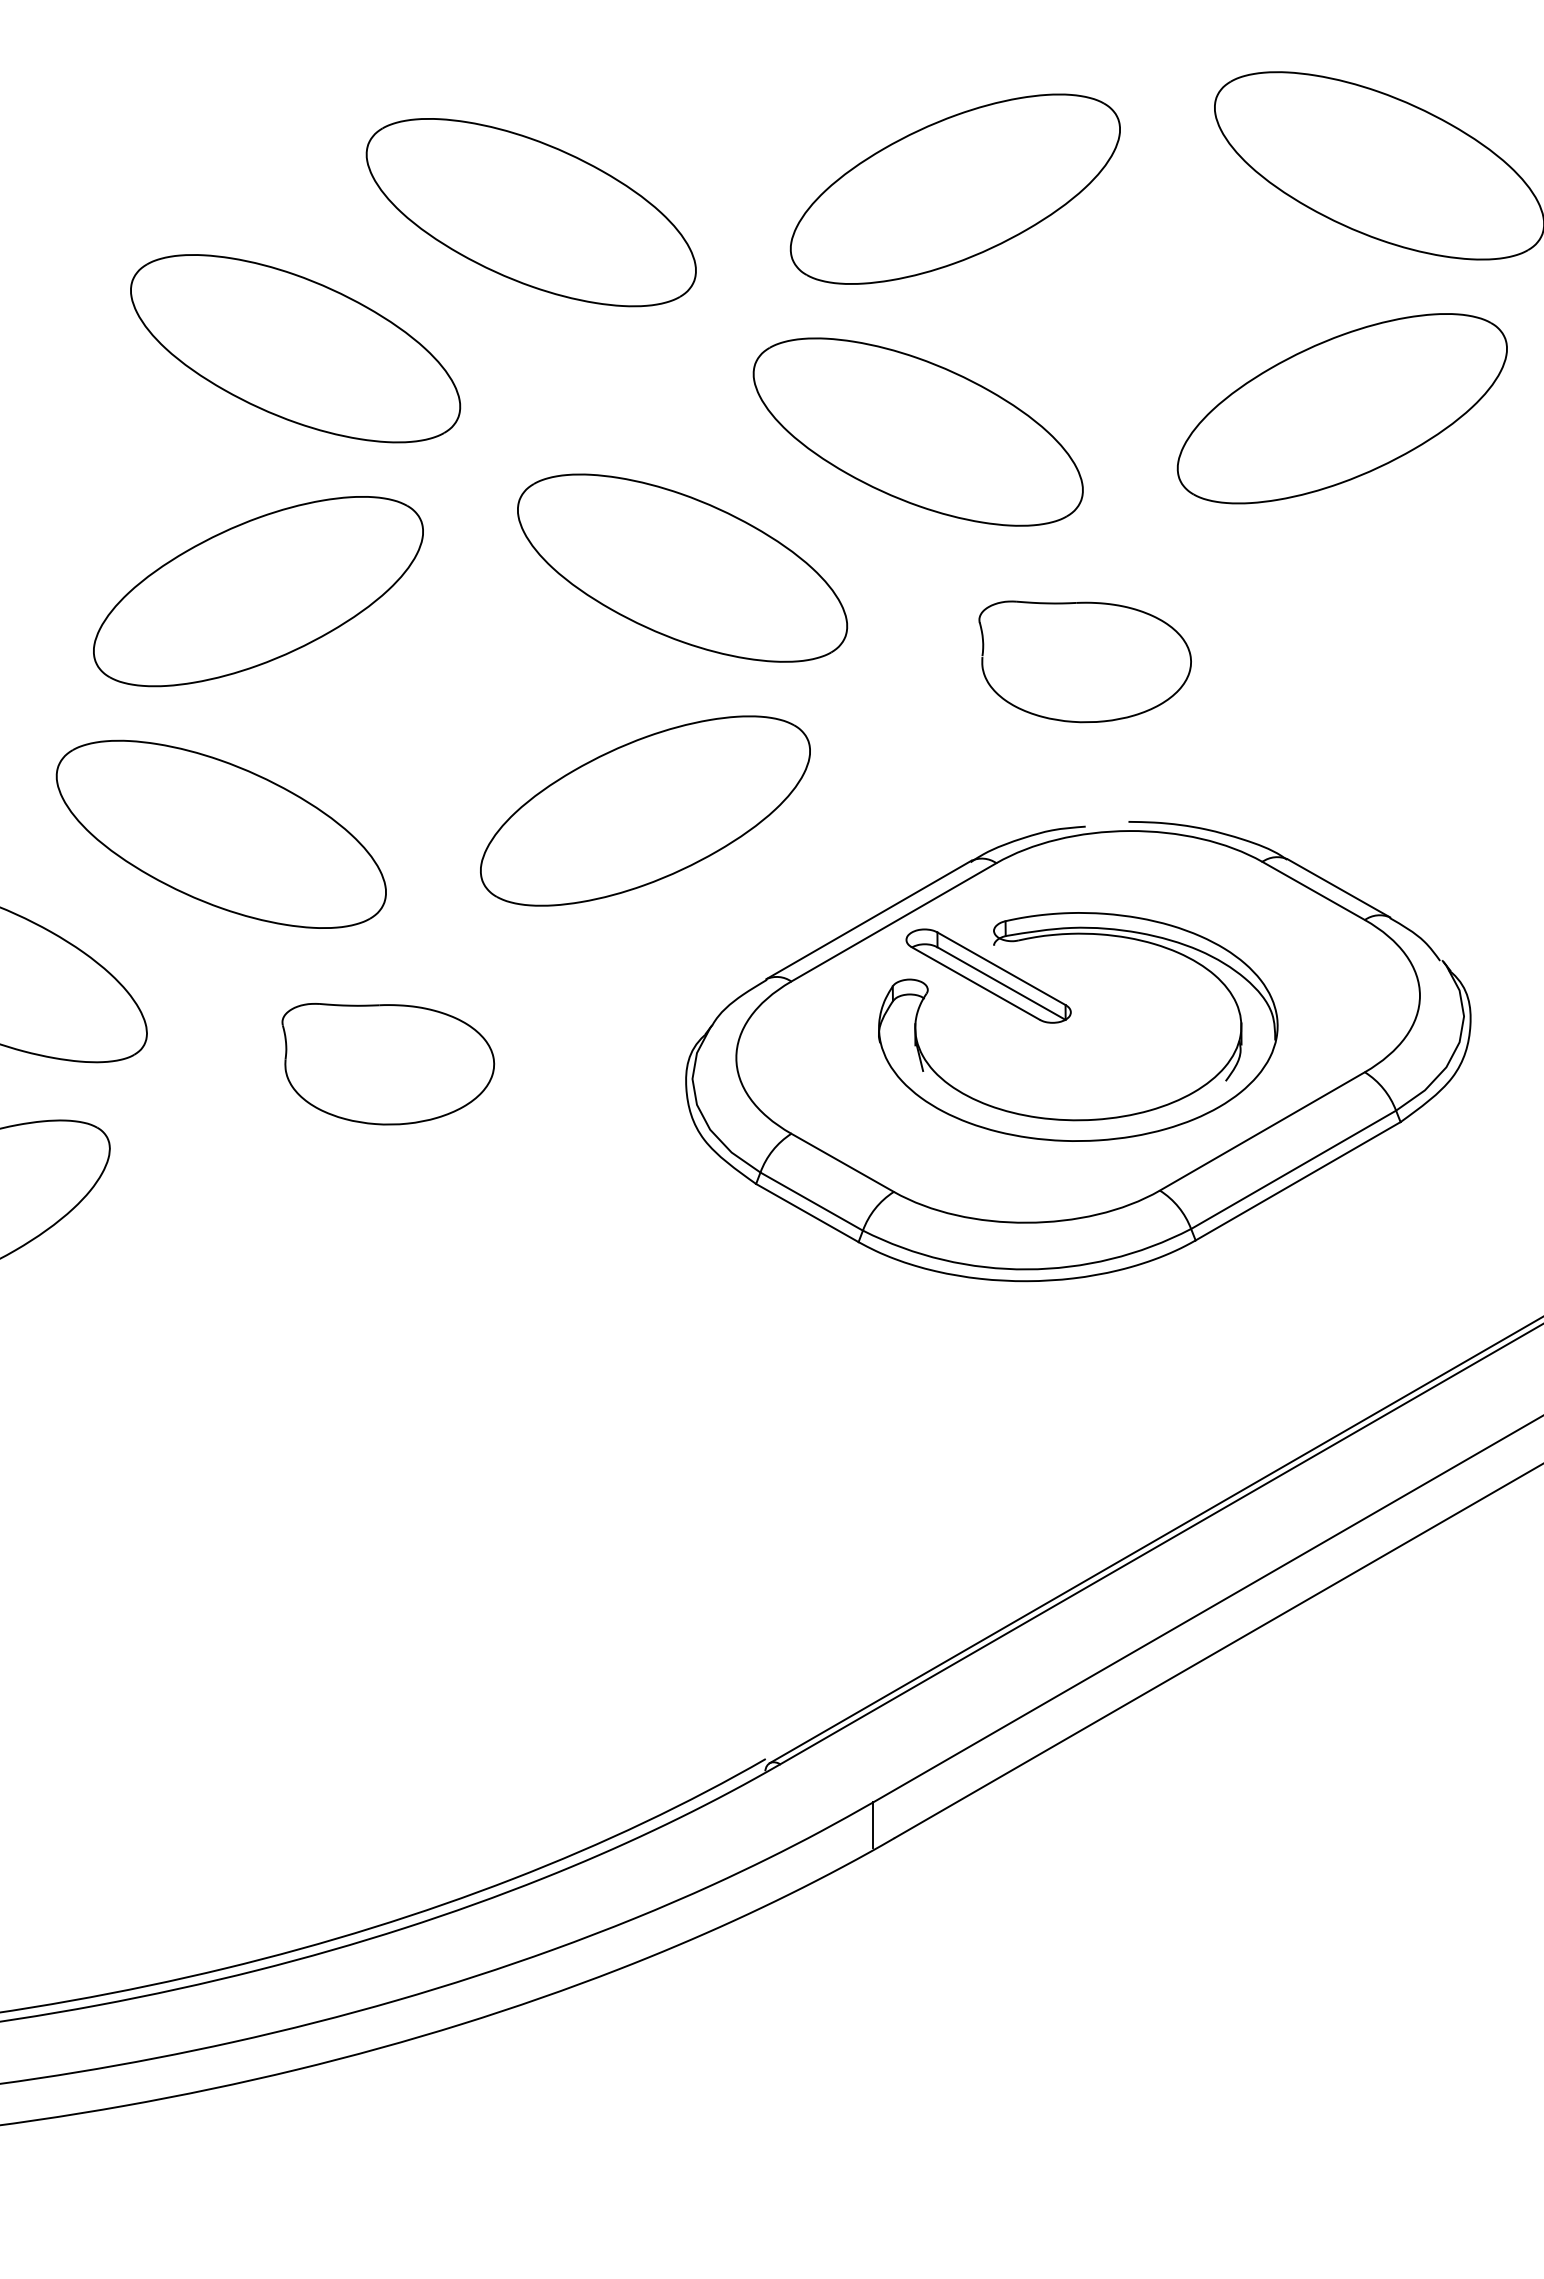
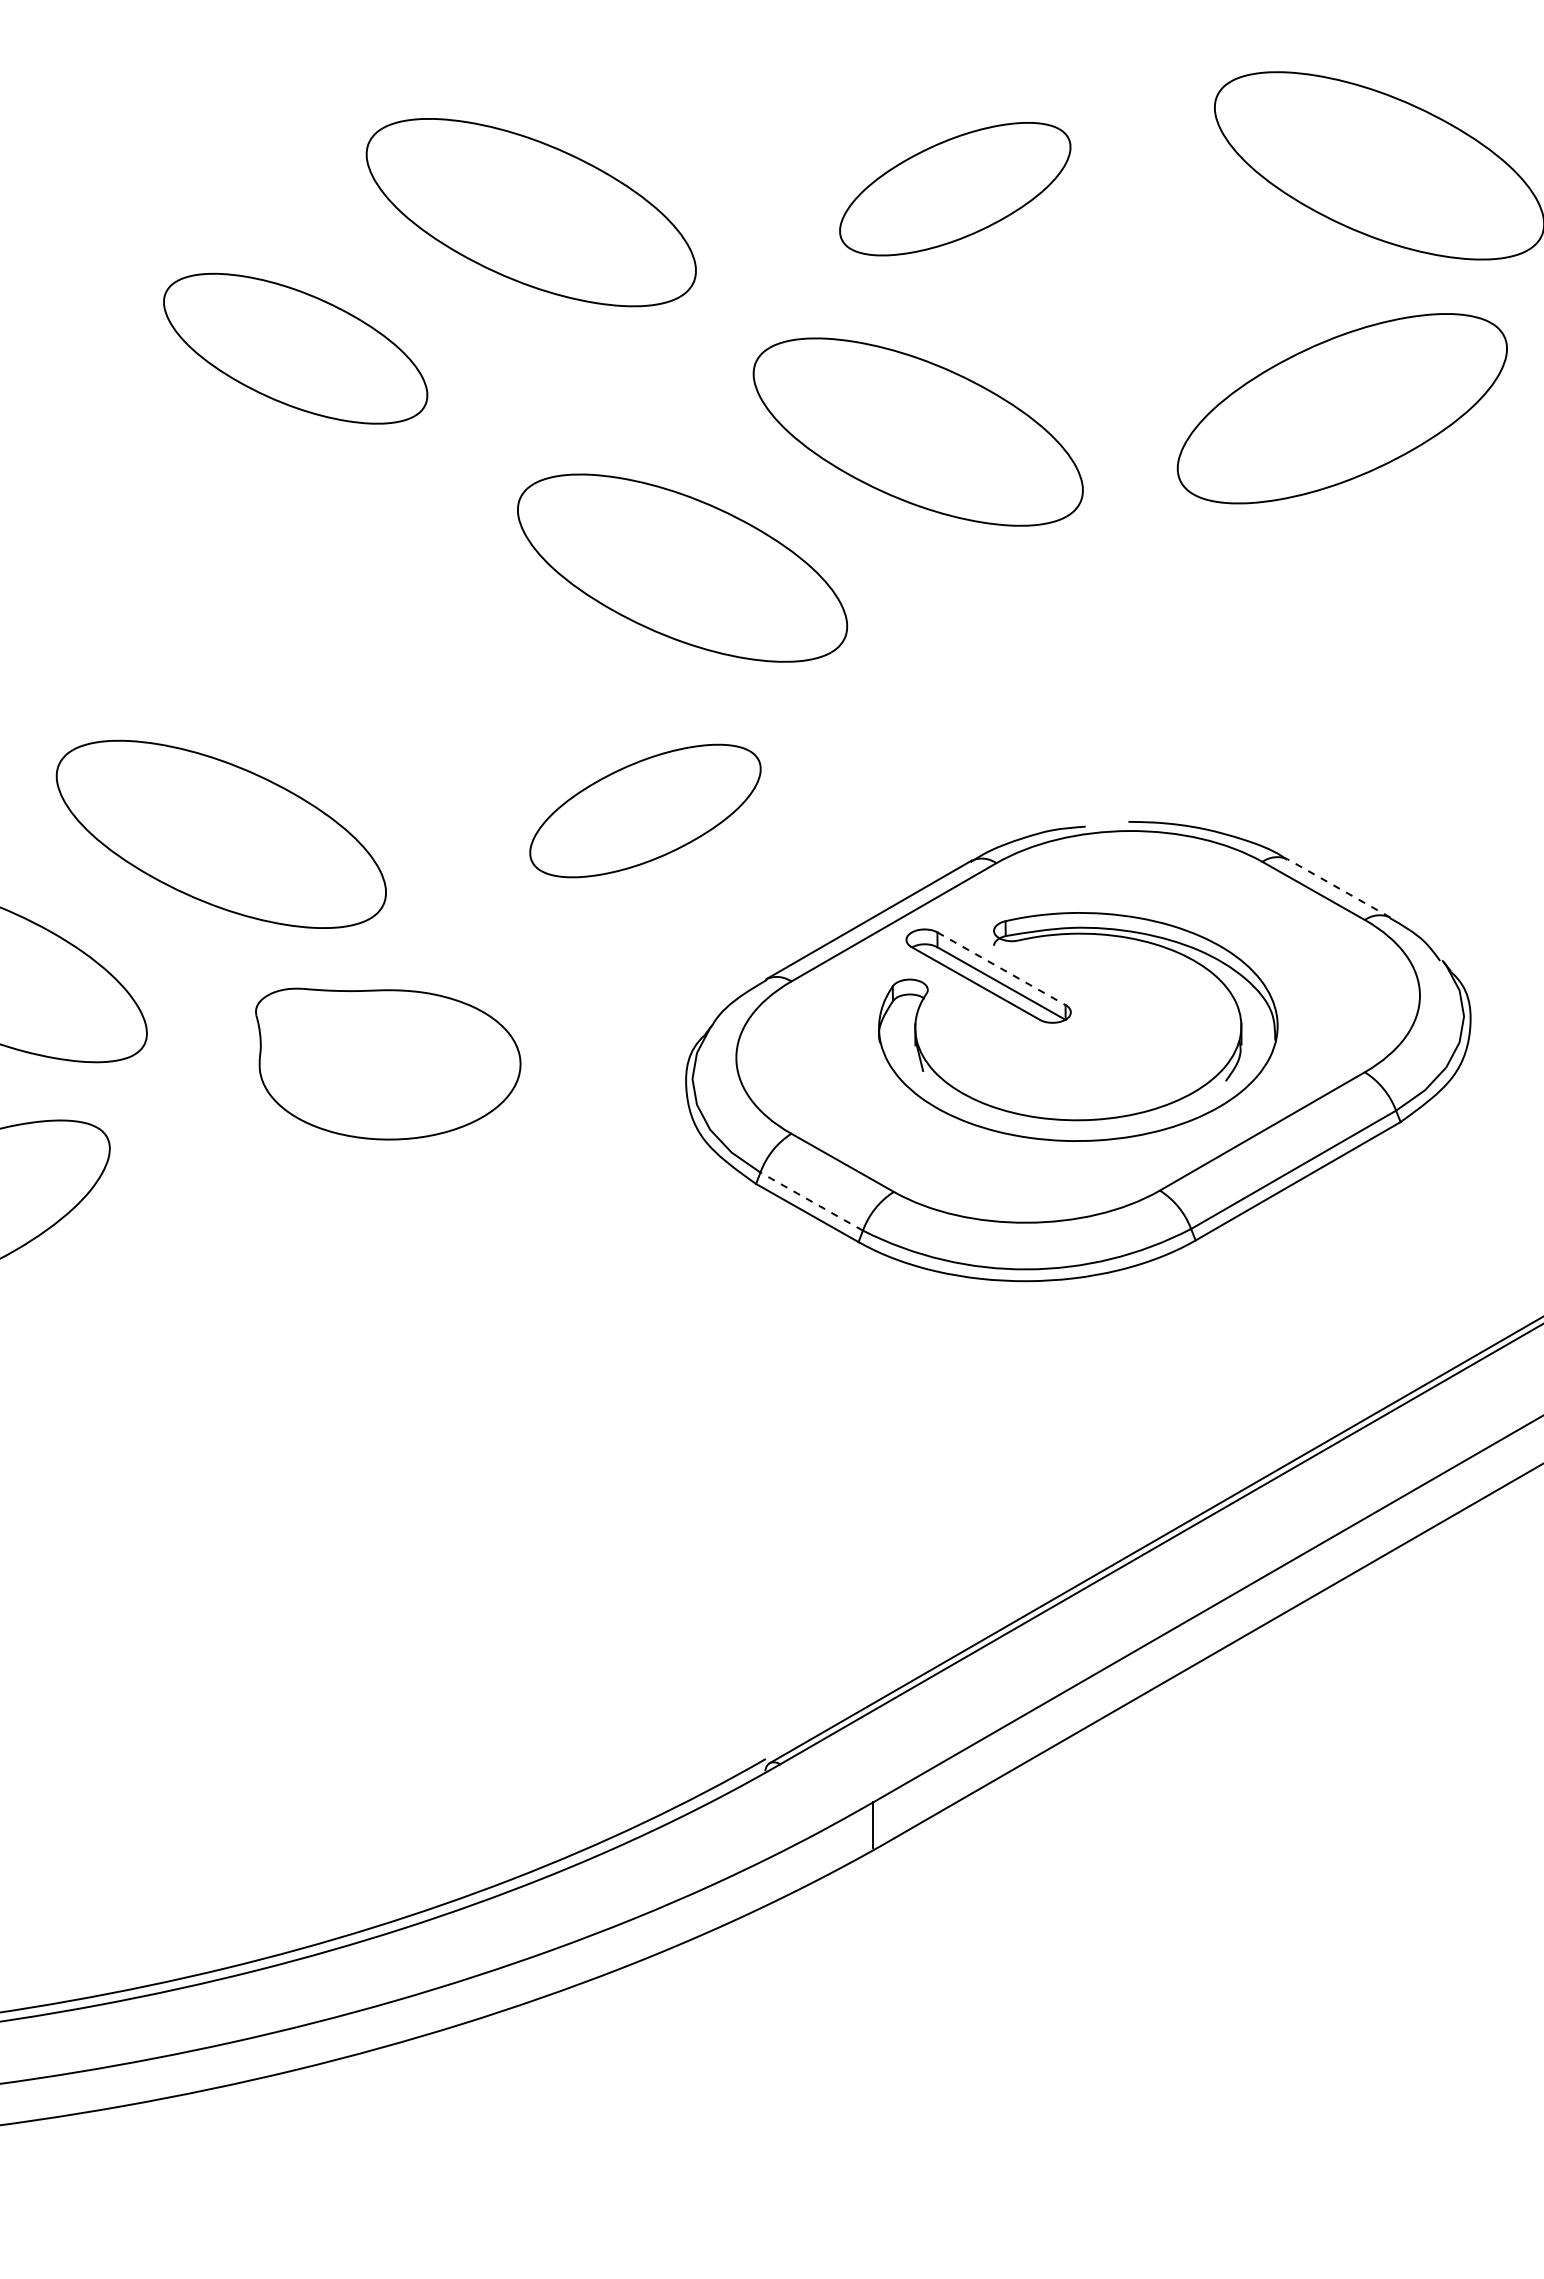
part at (954, 188) size: 332x192 px -> 233x135 px
part at (295, 348) size: 332x190 px -> 266x153 px
part at (258, 591): present -> none
part at (1084, 661): present -> none
part at (645, 810) size: 331x192 px -> 233x136 px
line at (1338, 888): solid -> dashed
line at (1001, 968): solid -> dashed
part at (388, 1064) size: 215x123 px -> 267x154 px
line at (811, 1201): solid -> dashed
